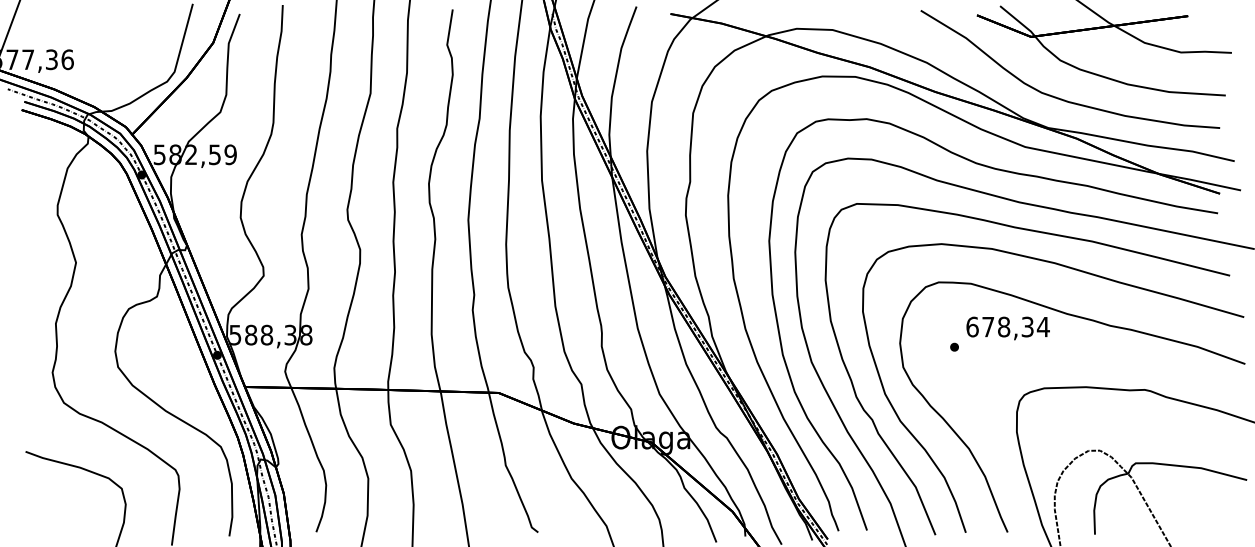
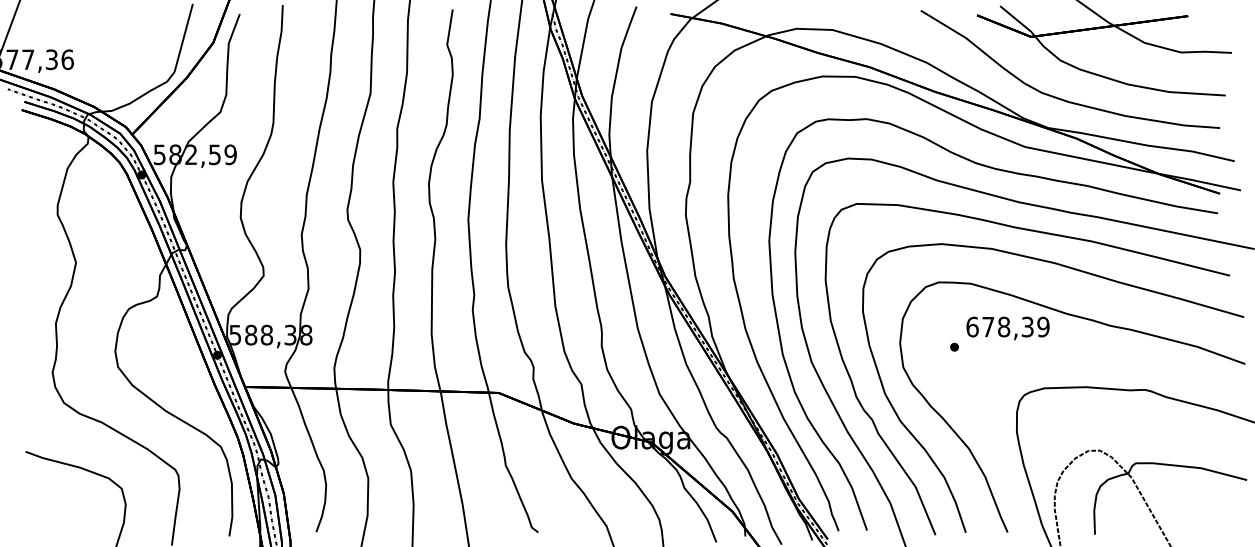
text at (1042, 326): 678,34 -> 678,39
